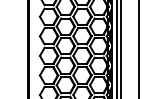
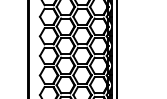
line at (120, 48): present -> none
line at (138, 48): present -> none
